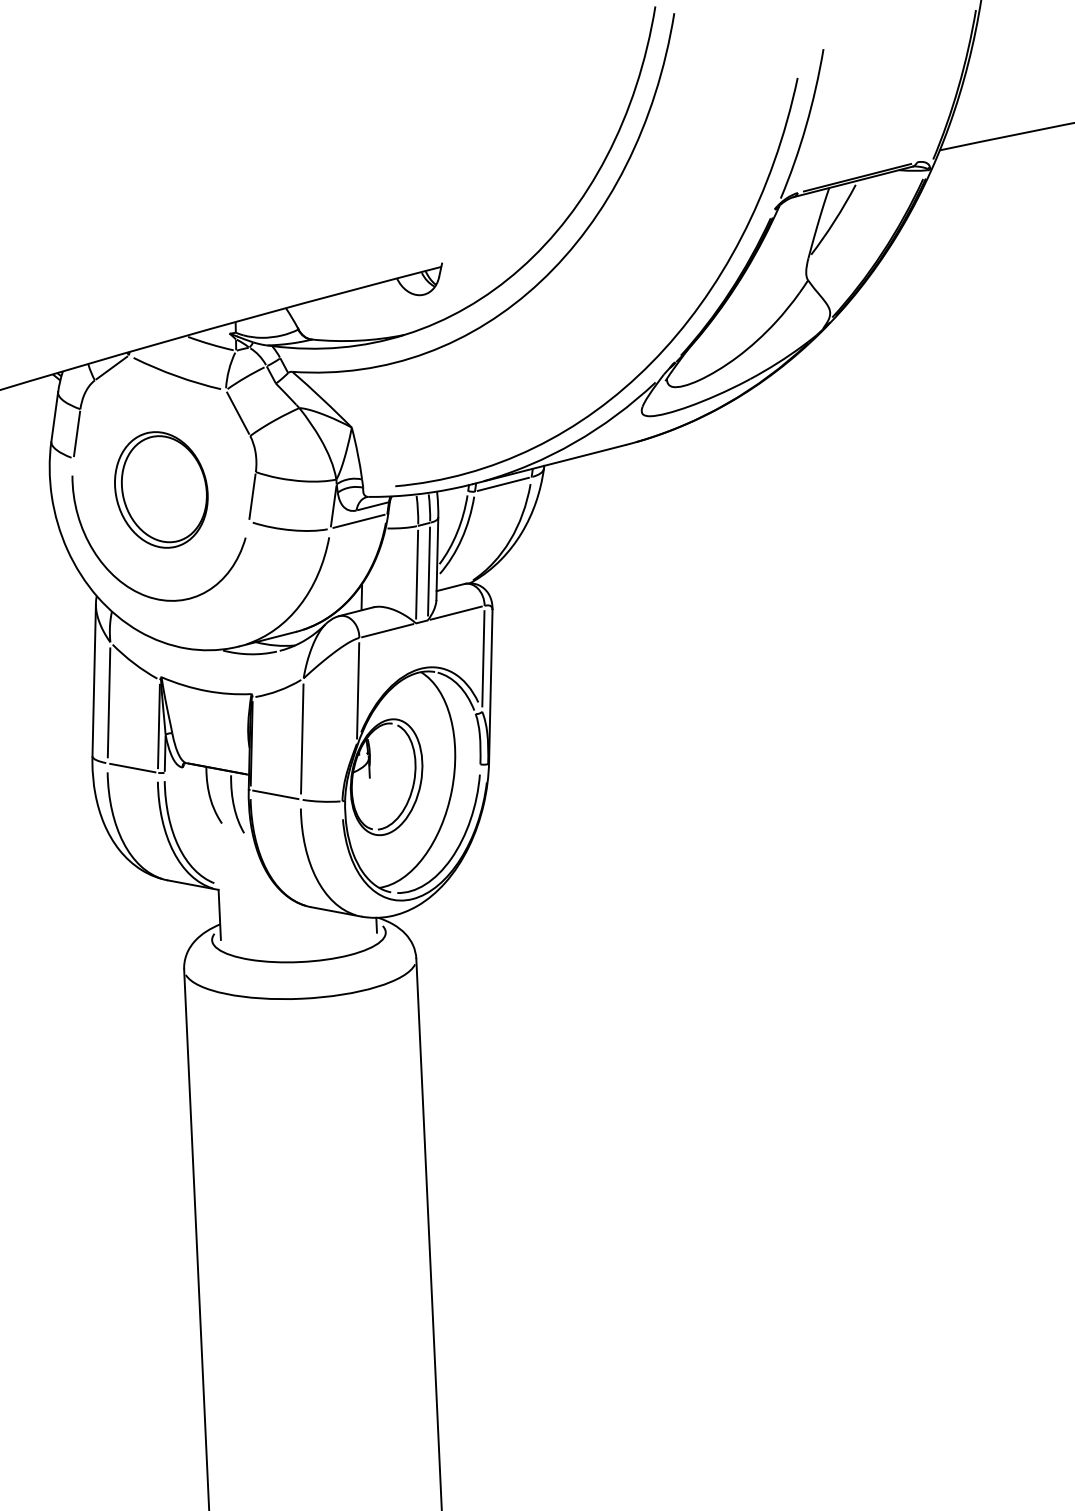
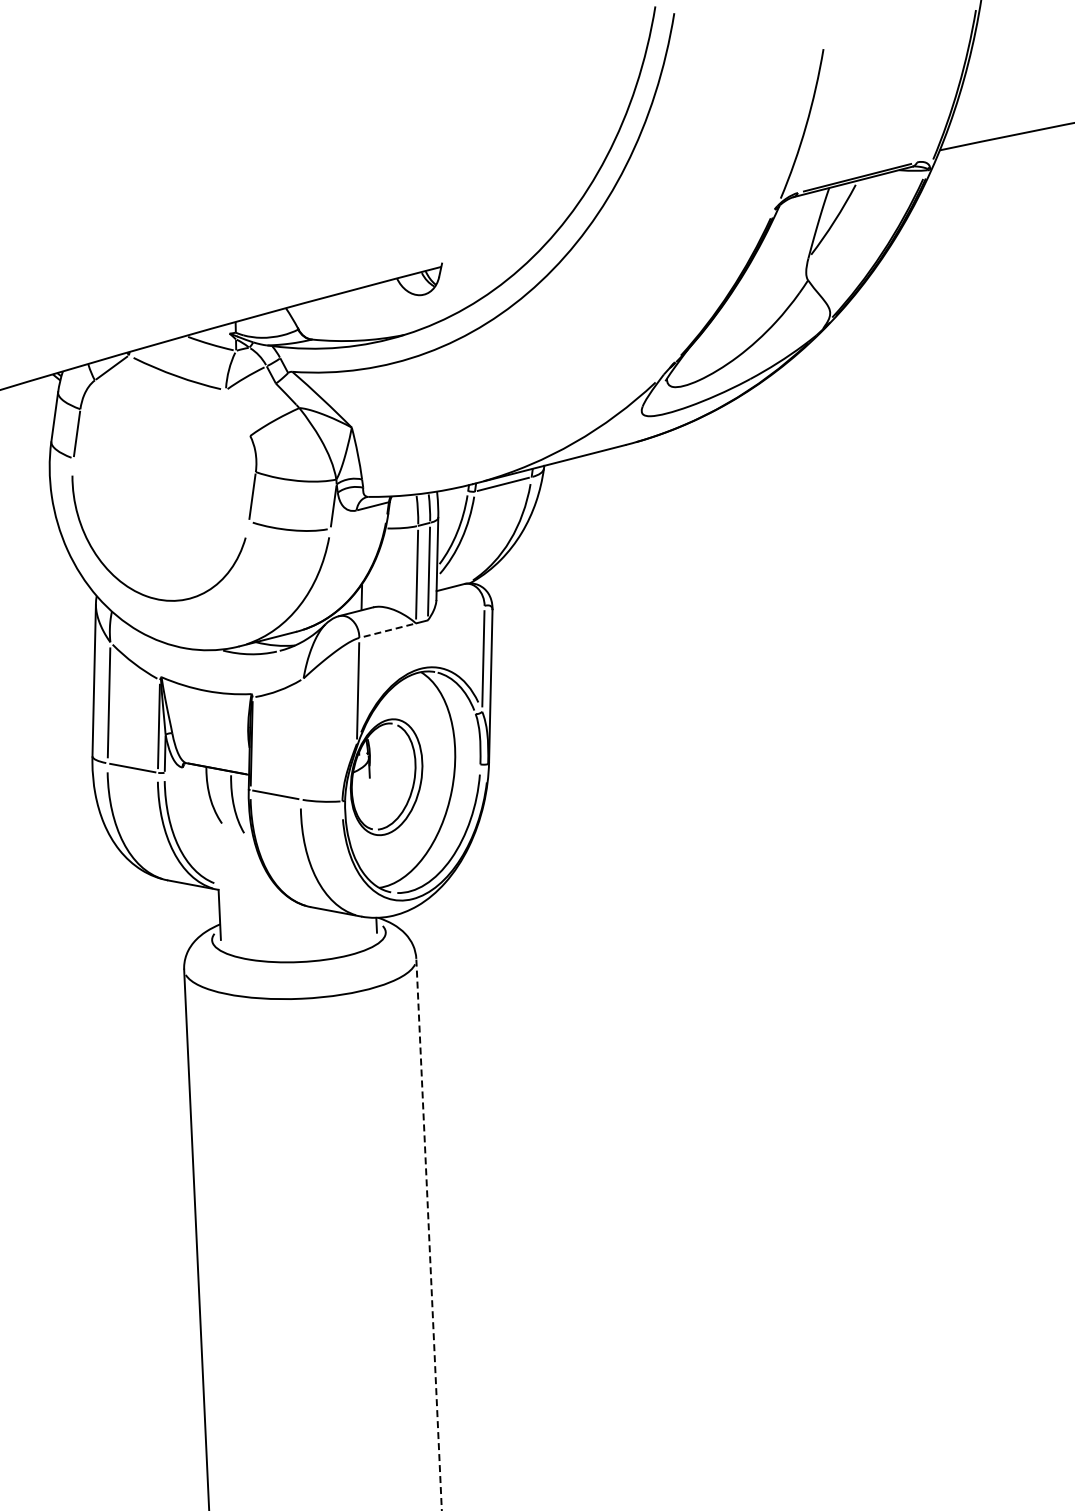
curve at (670, 340): present -> none
line at (238, 412): present -> none
part at (161, 489): present -> none
line at (358, 520): present -> none
line at (455, 612): present -> none
line at (387, 630): solid -> dashed
line at (302, 738): present -> none
line at (429, 1234): solid -> dashed
